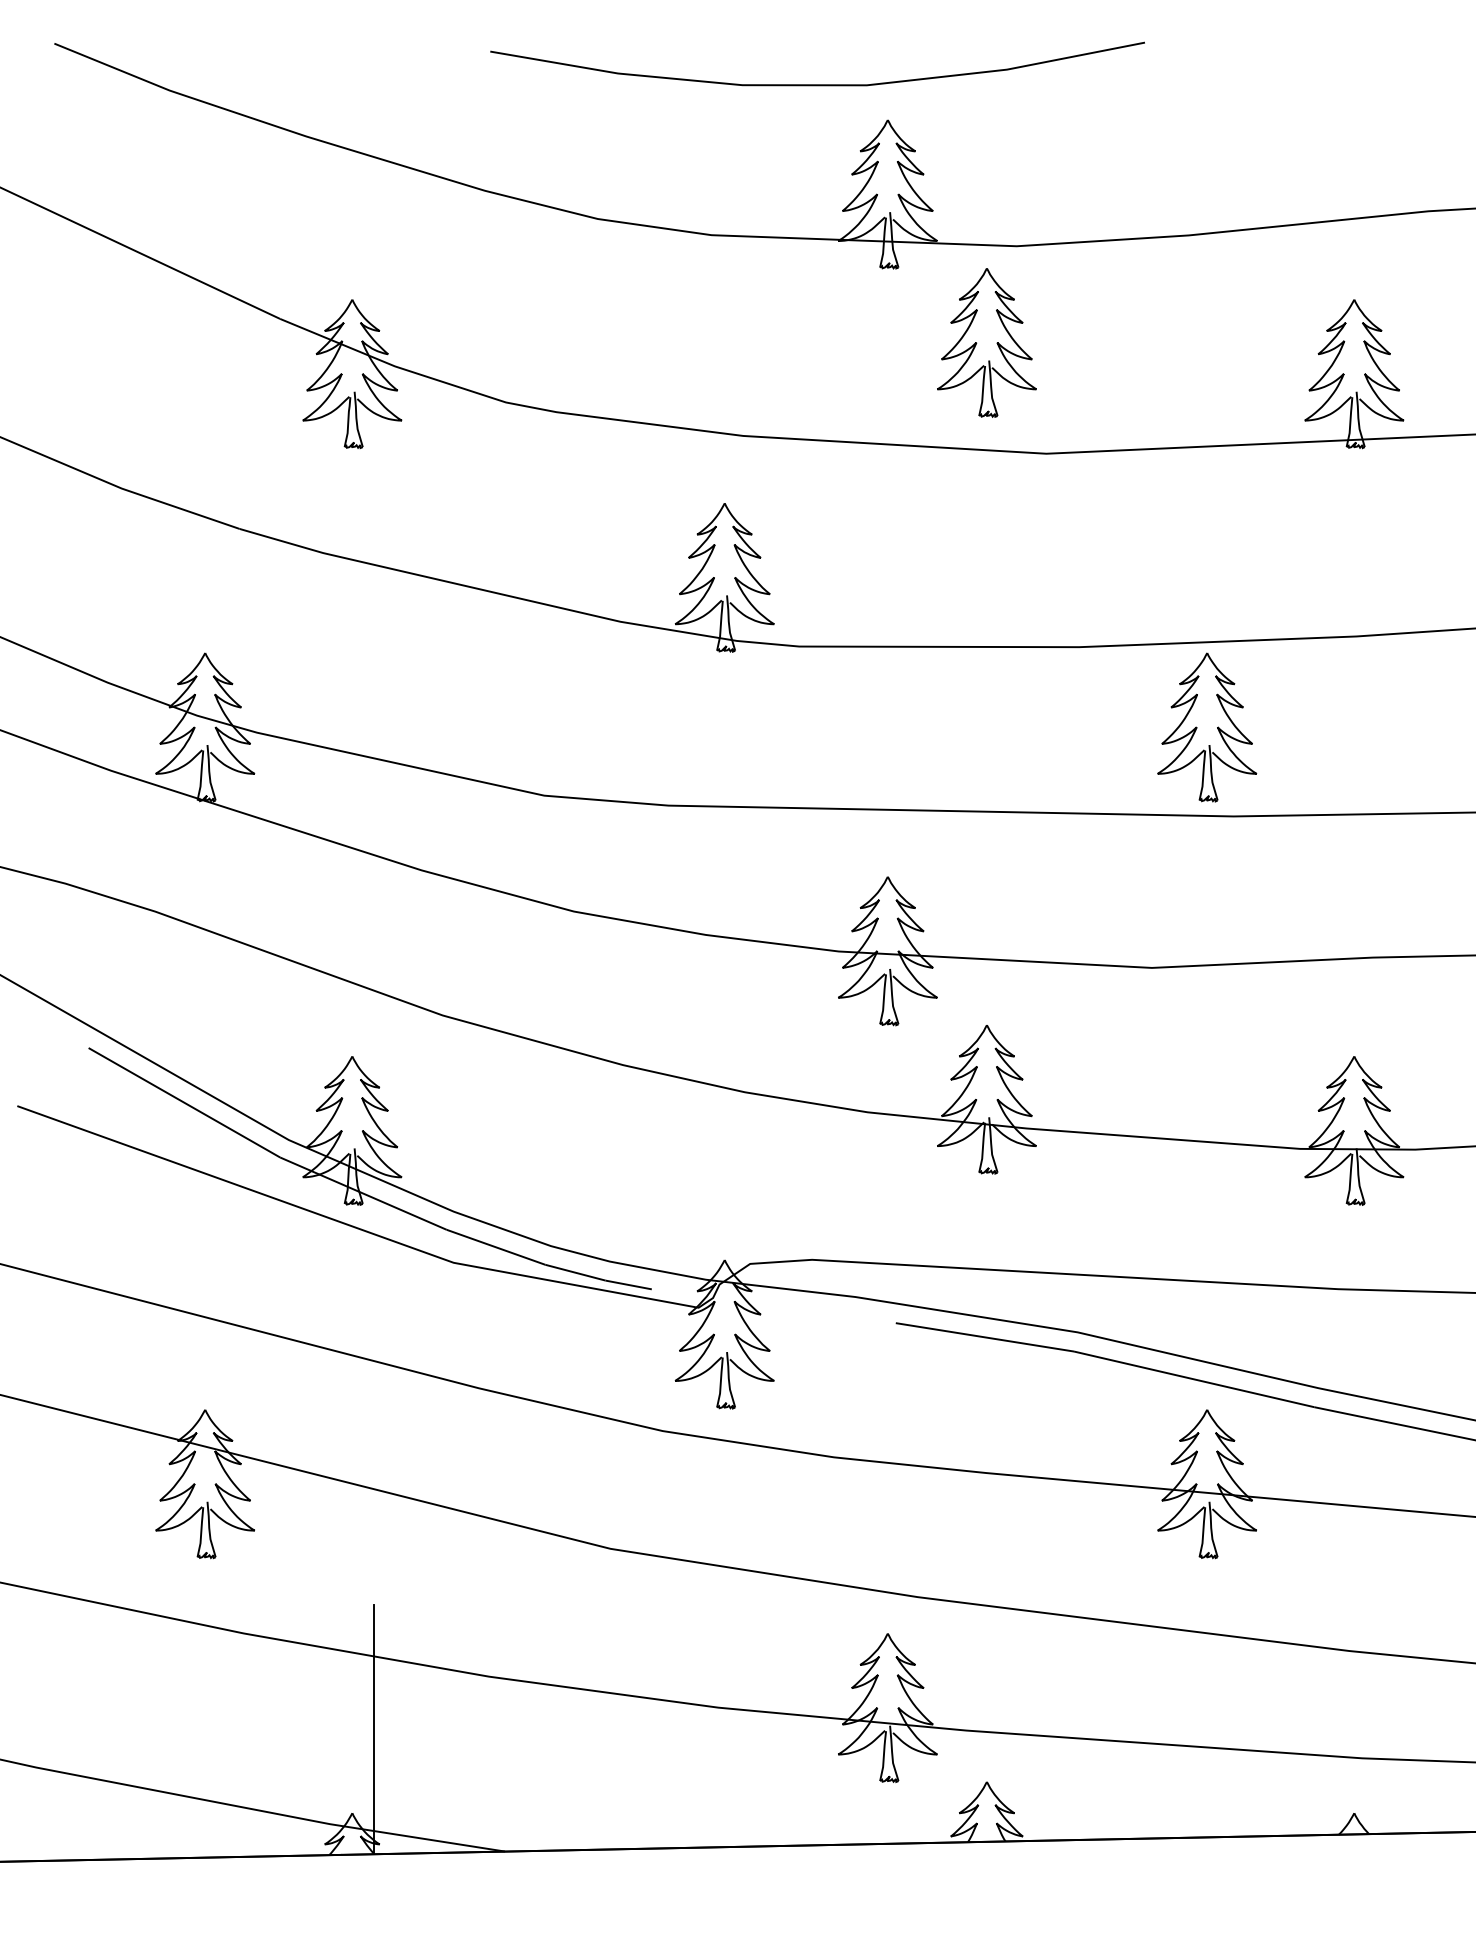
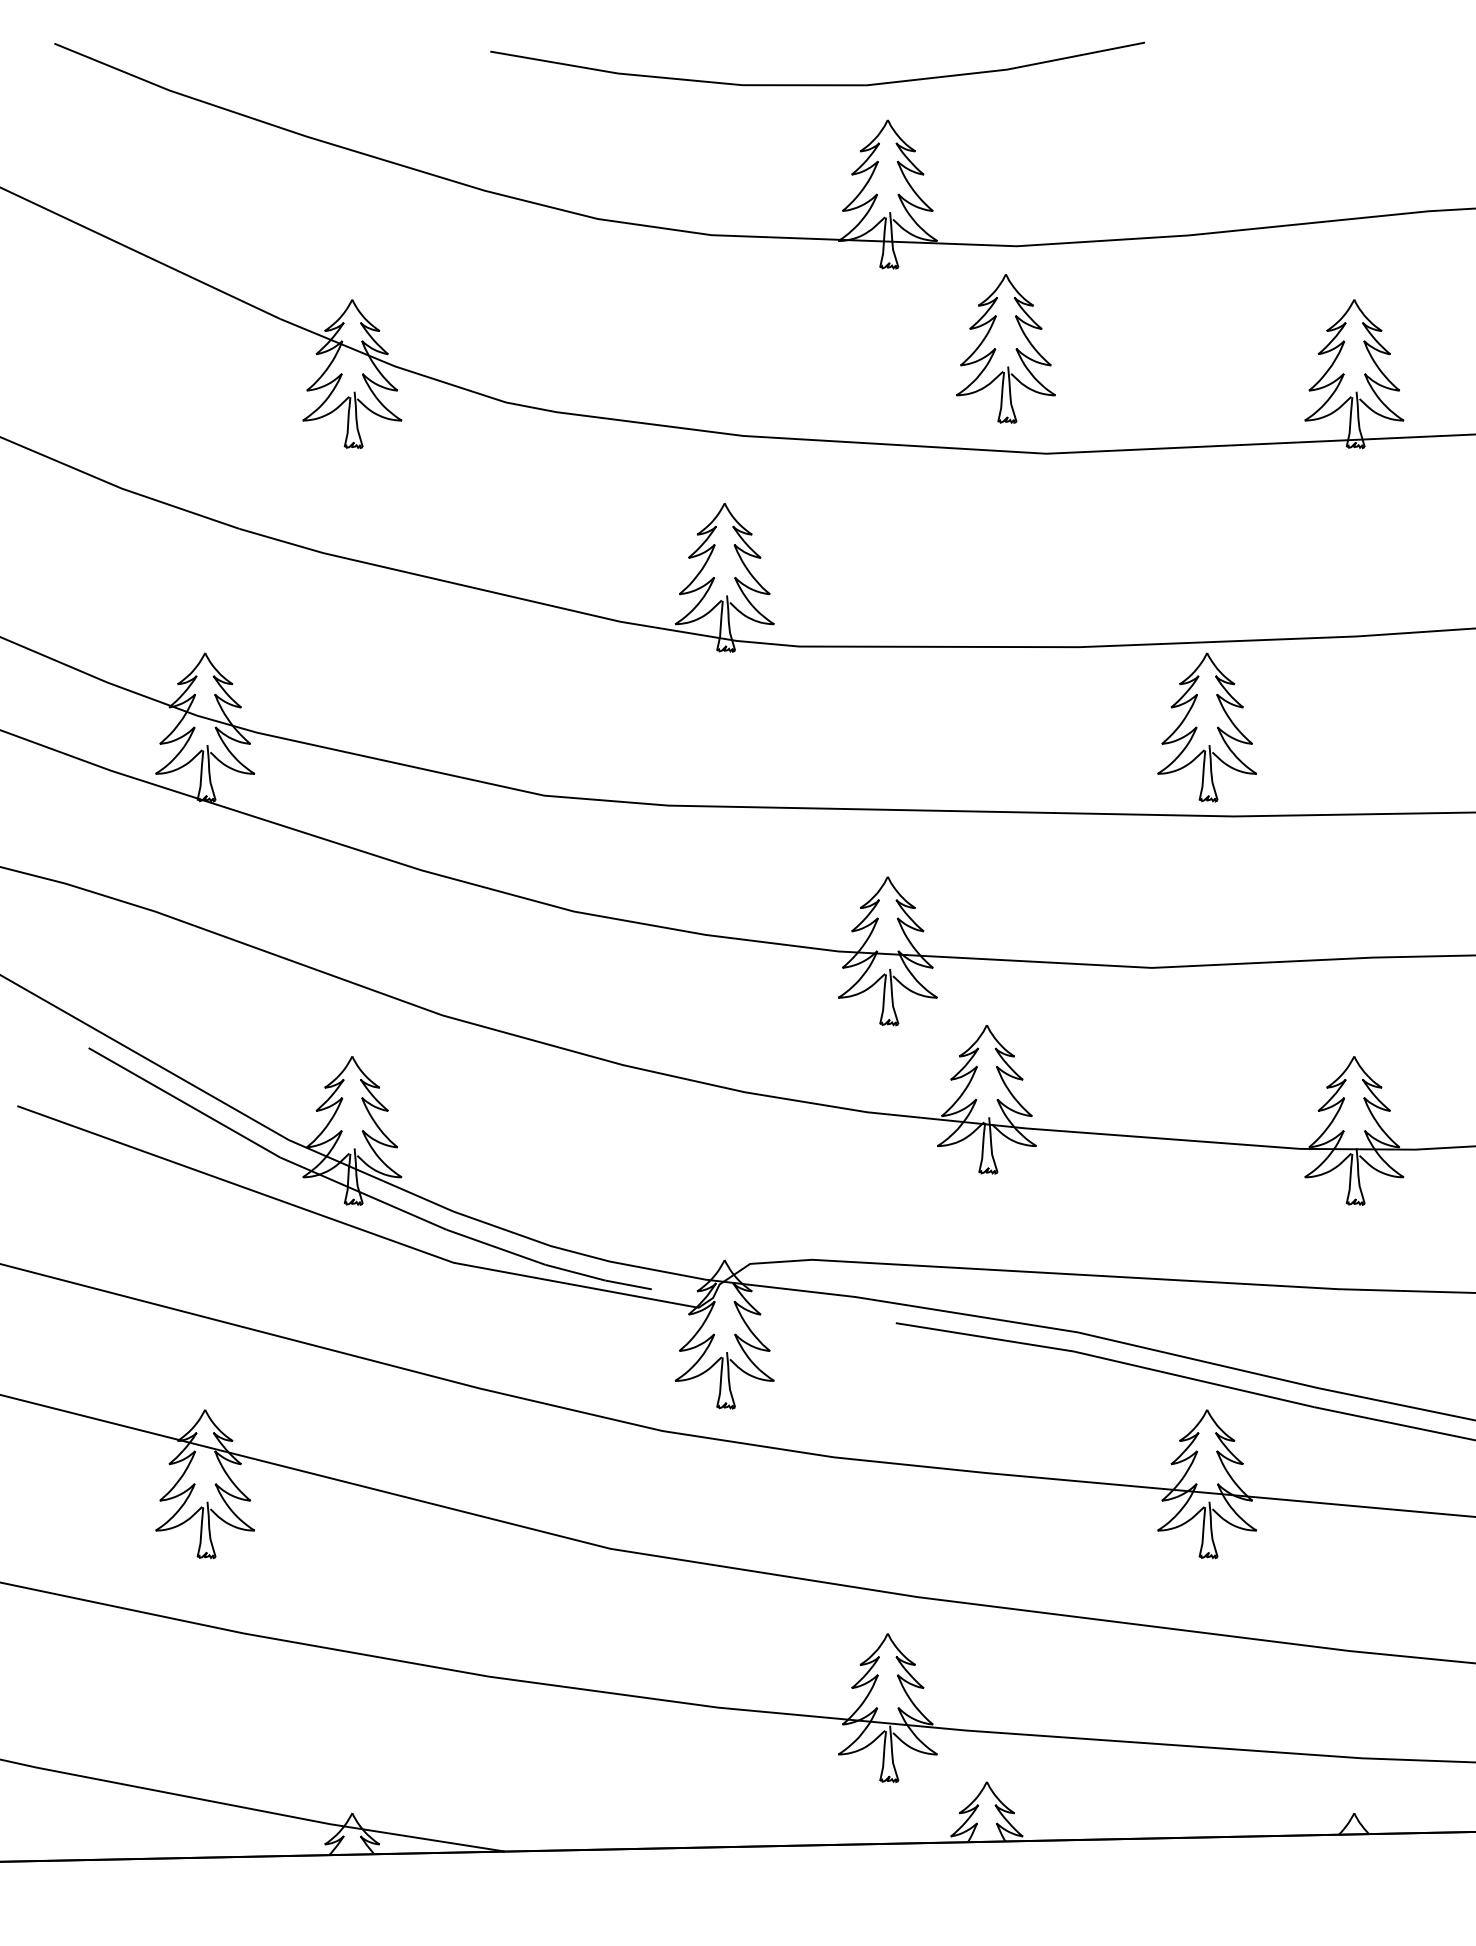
part at (986, 342) position: (986, 342) -> (1005, 348)
line at (373, 1729): present -> none
